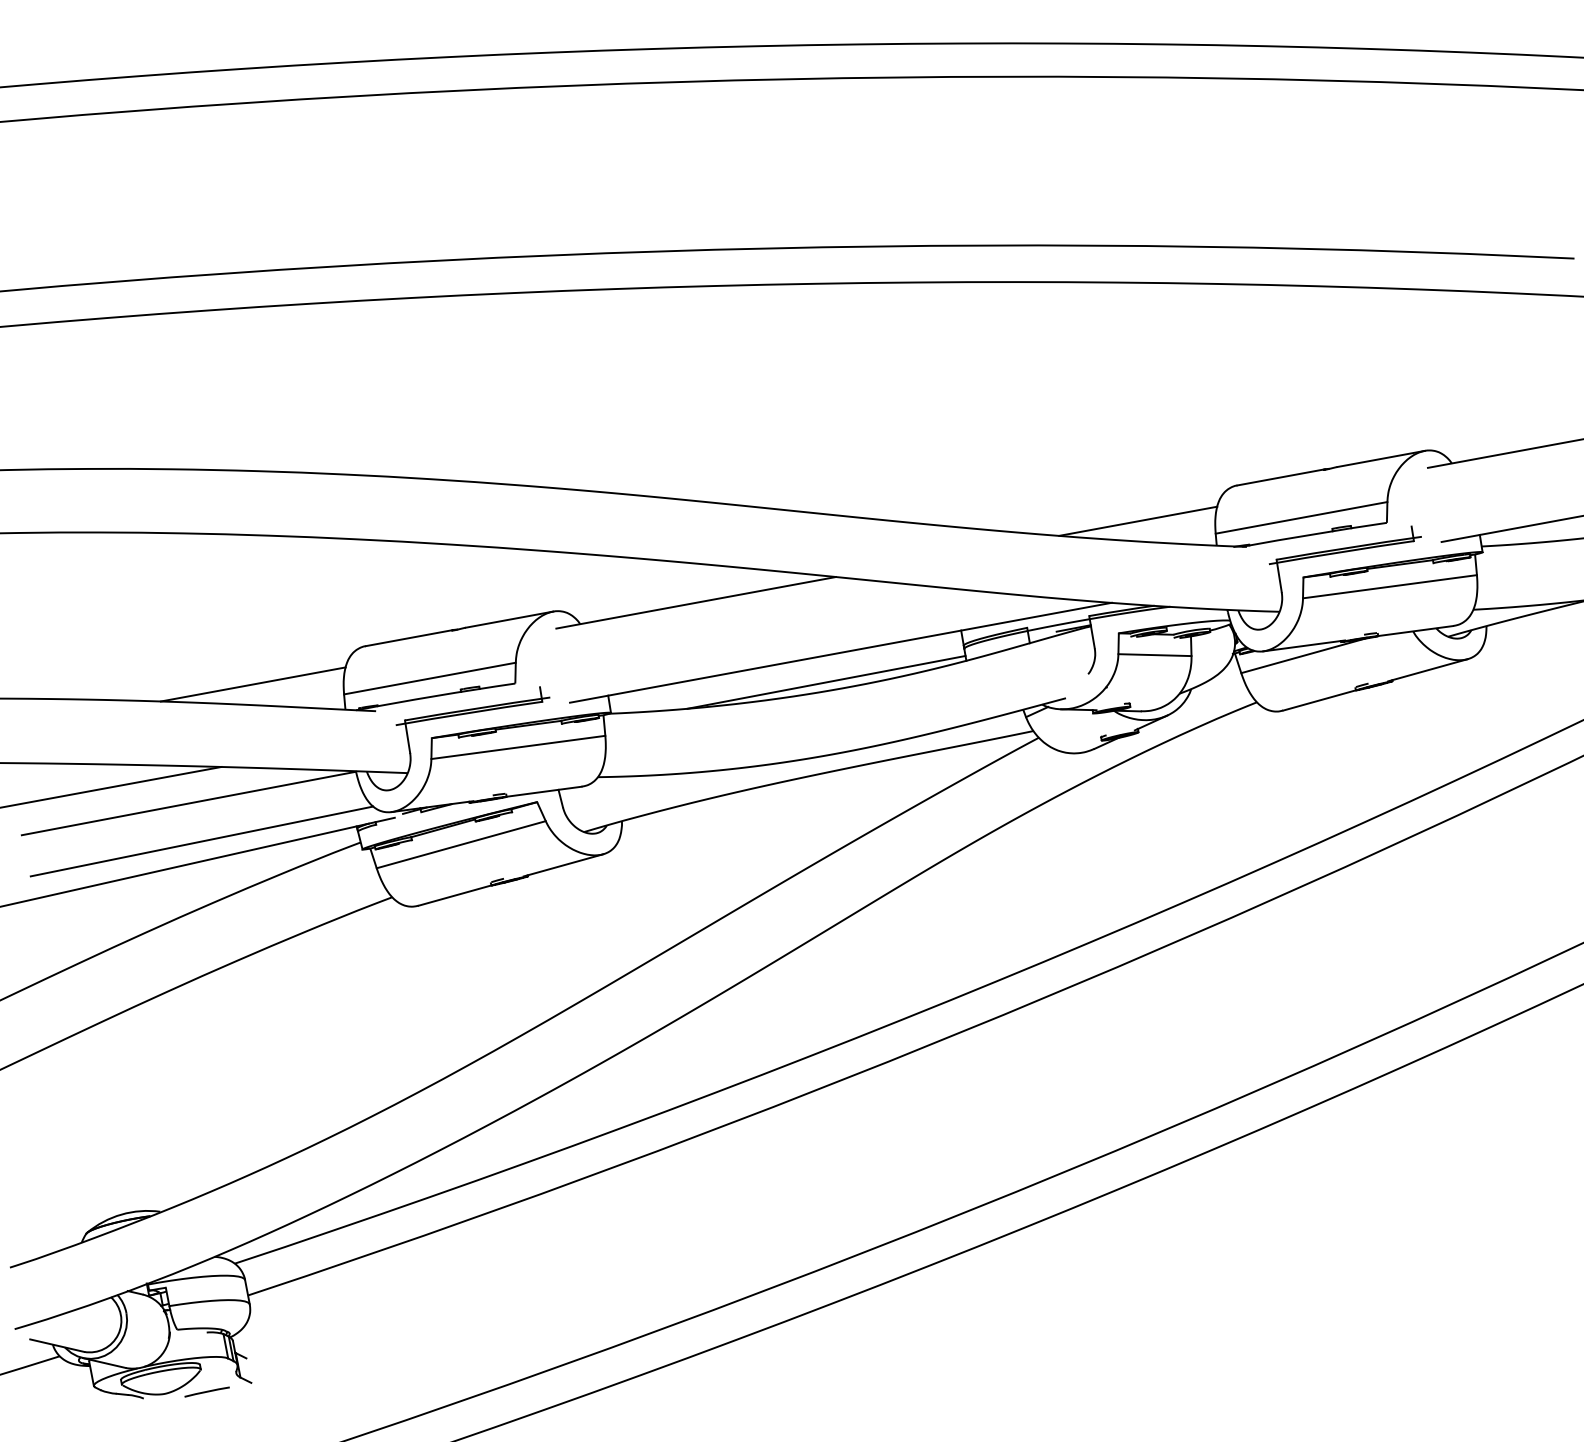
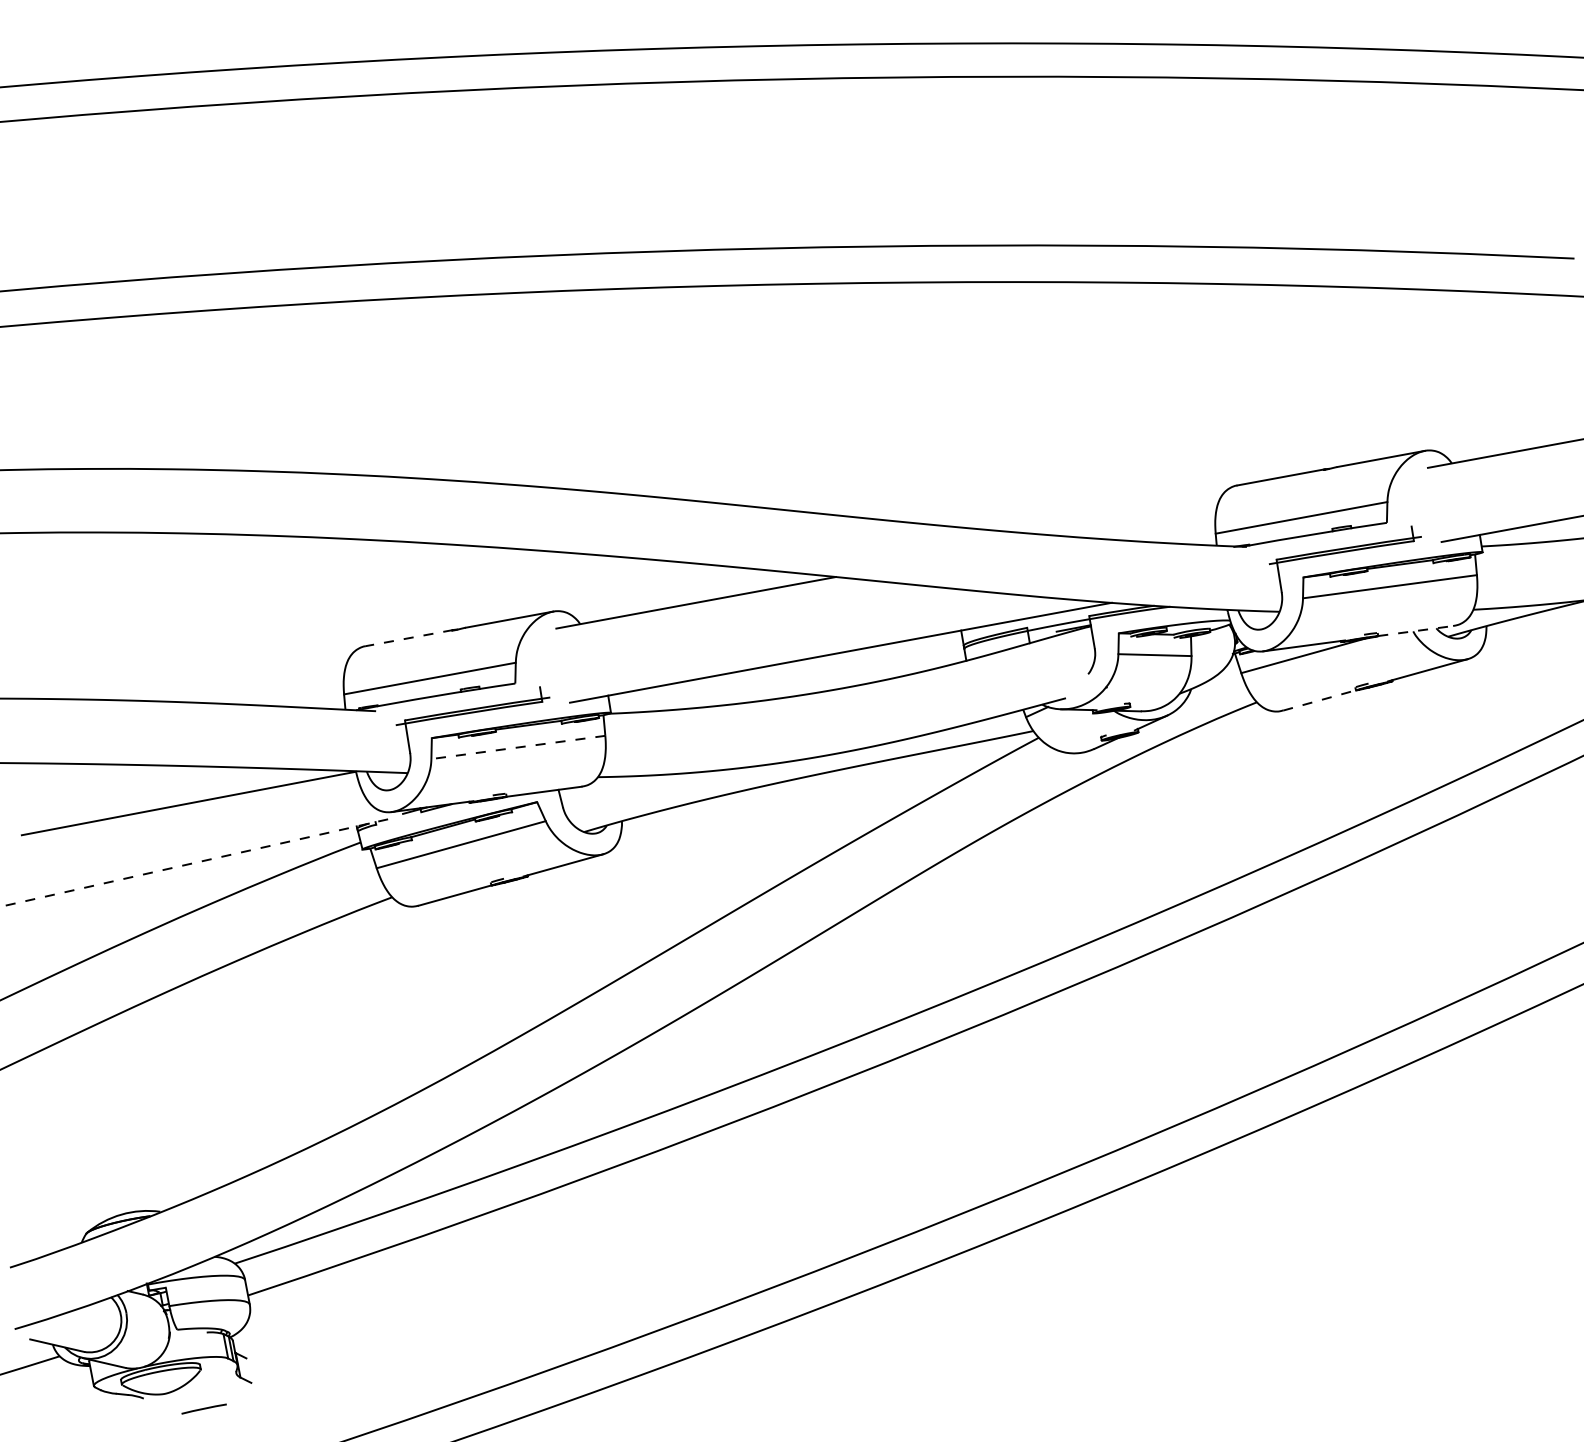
line at (1138, 520): present -> none
line at (1415, 631): solid -> dashed
line at (409, 638): solid -> dashed
line at (826, 681): present -> none
line at (252, 684): present -> none
line at (1319, 700): solid -> dashed
line at (518, 747): solid -> dashed
line at (111, 786): present -> none
line at (201, 841): present -> none
line at (198, 862): solid -> dashed
line at (206, 1391) position: (206, 1391) -> (203, 1408)
